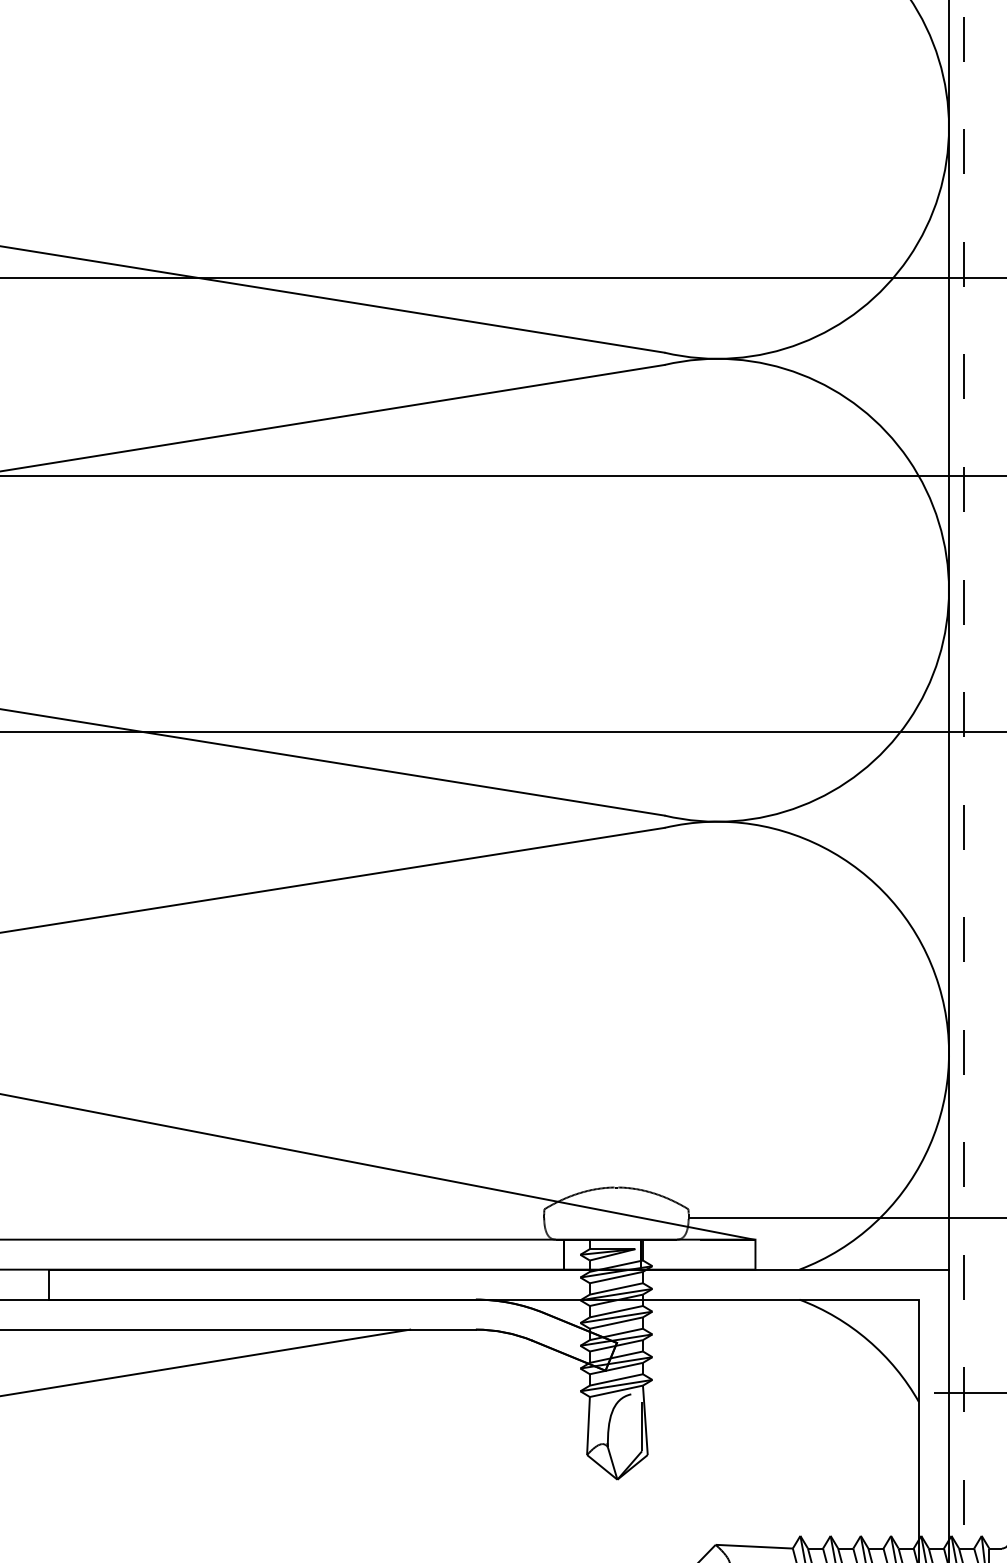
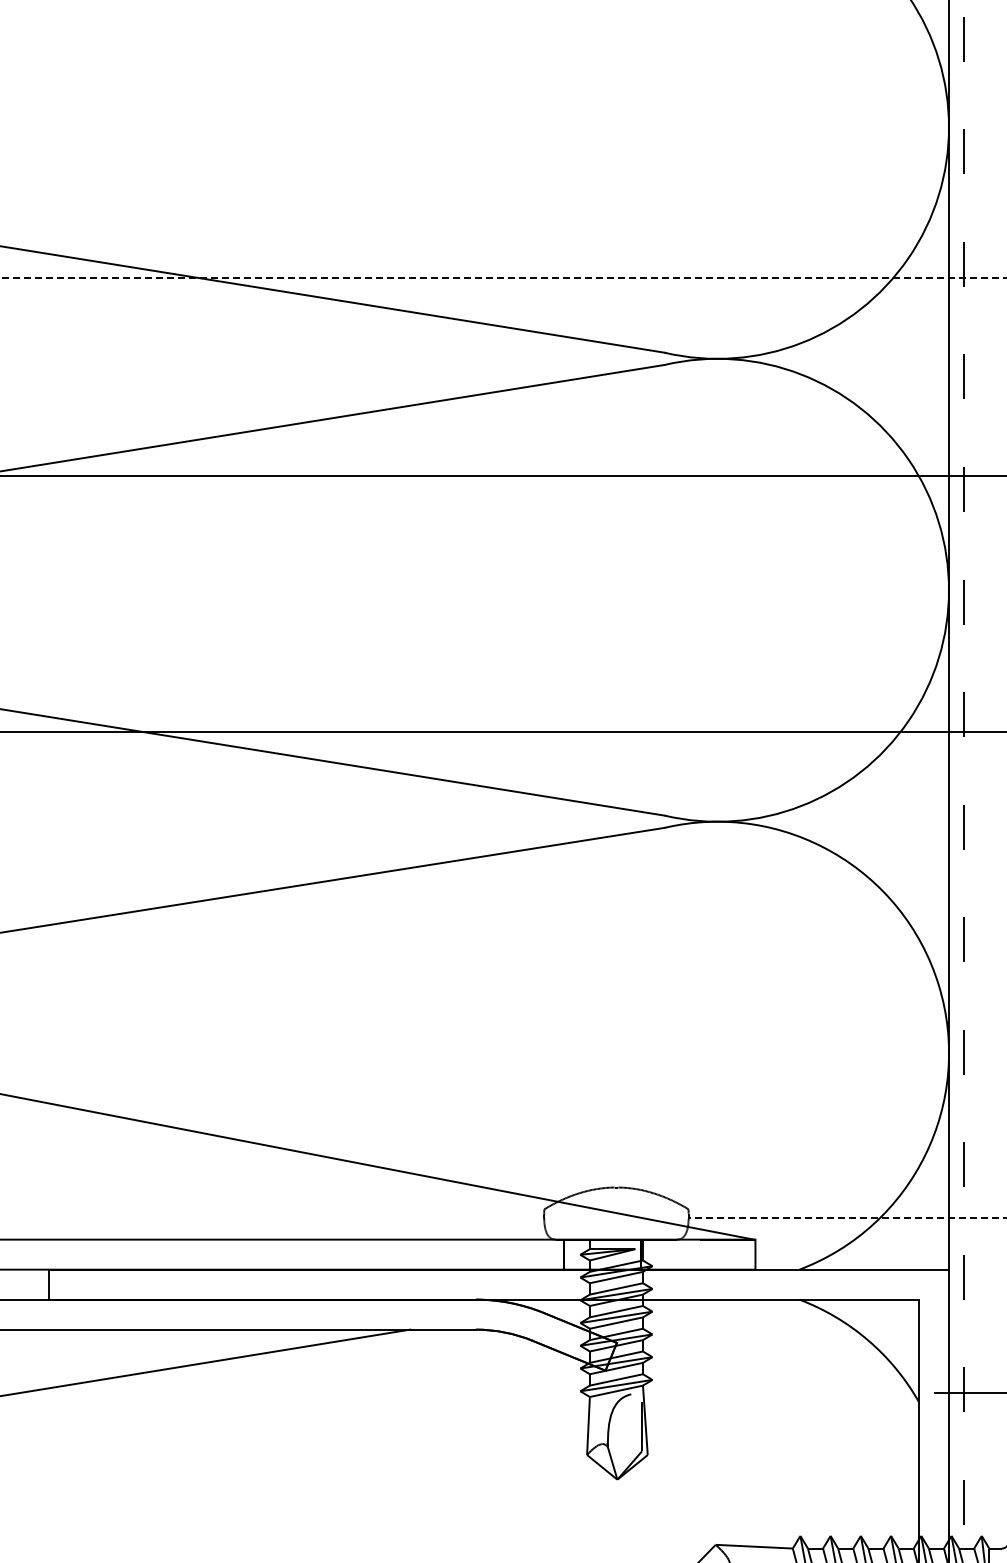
line at (503, 277): solid -> dashed
line at (847, 1217): solid -> dashed
